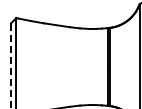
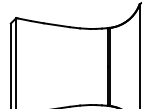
line at (10, 66): dashed -> solid
